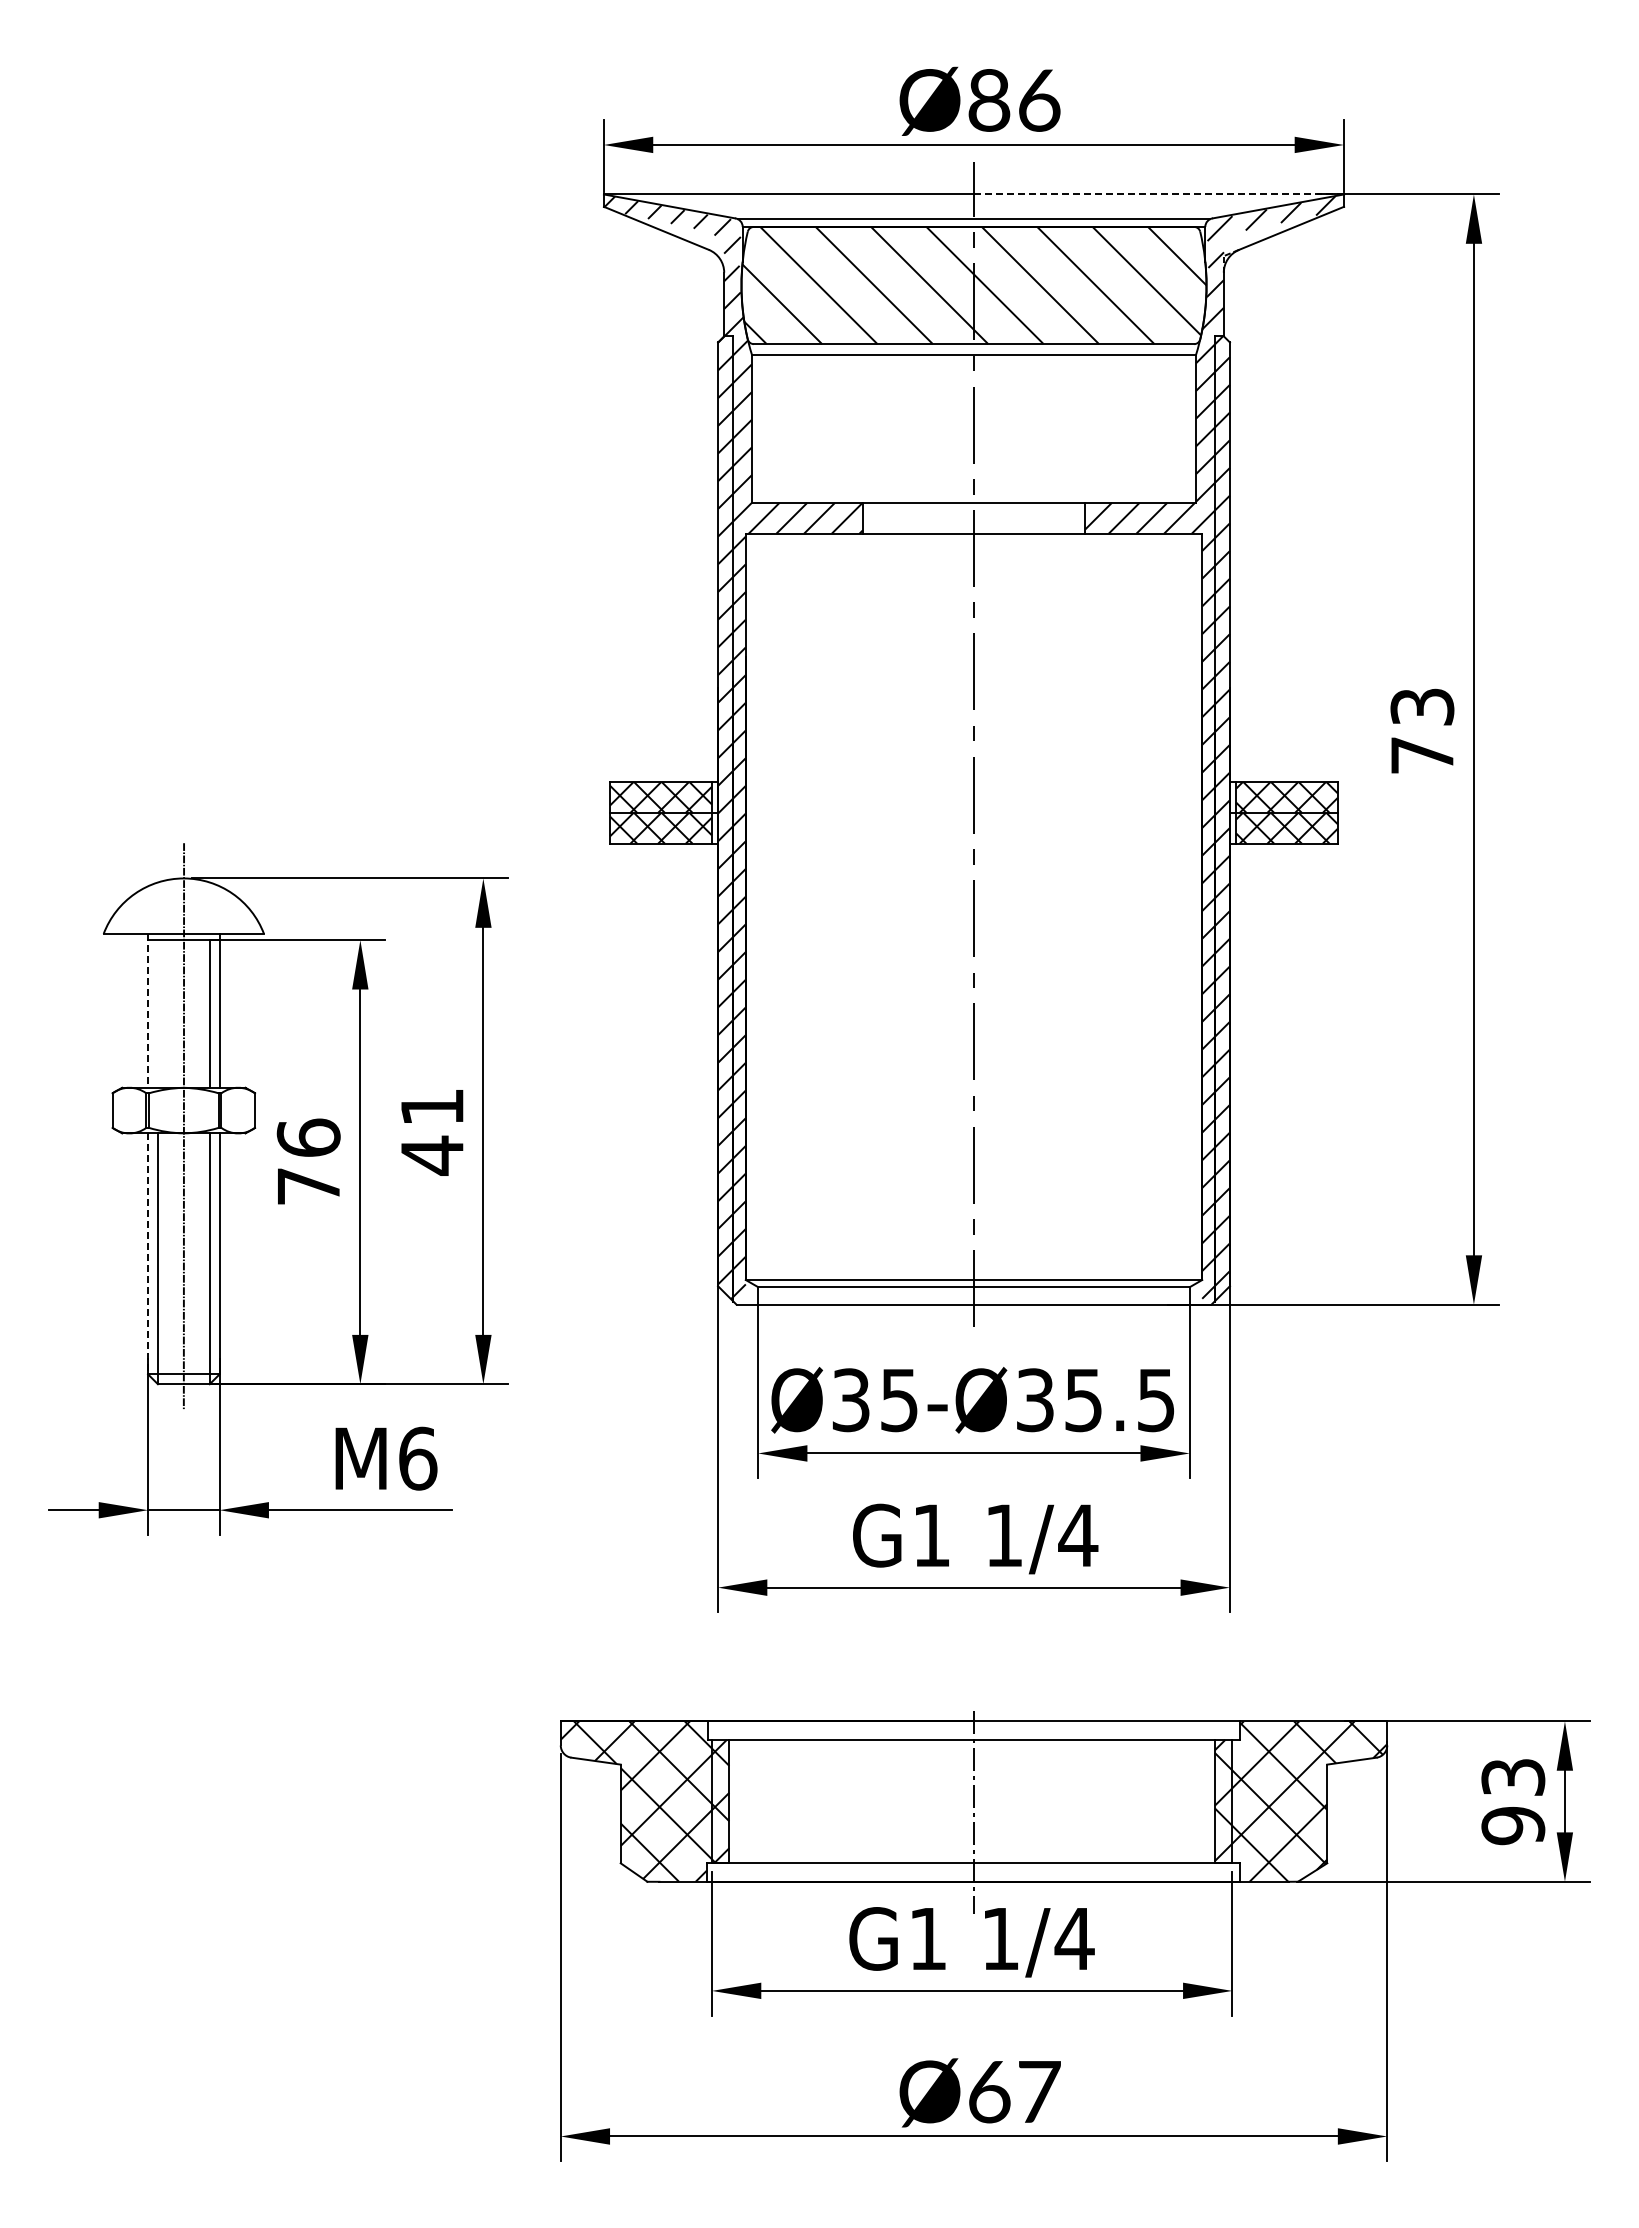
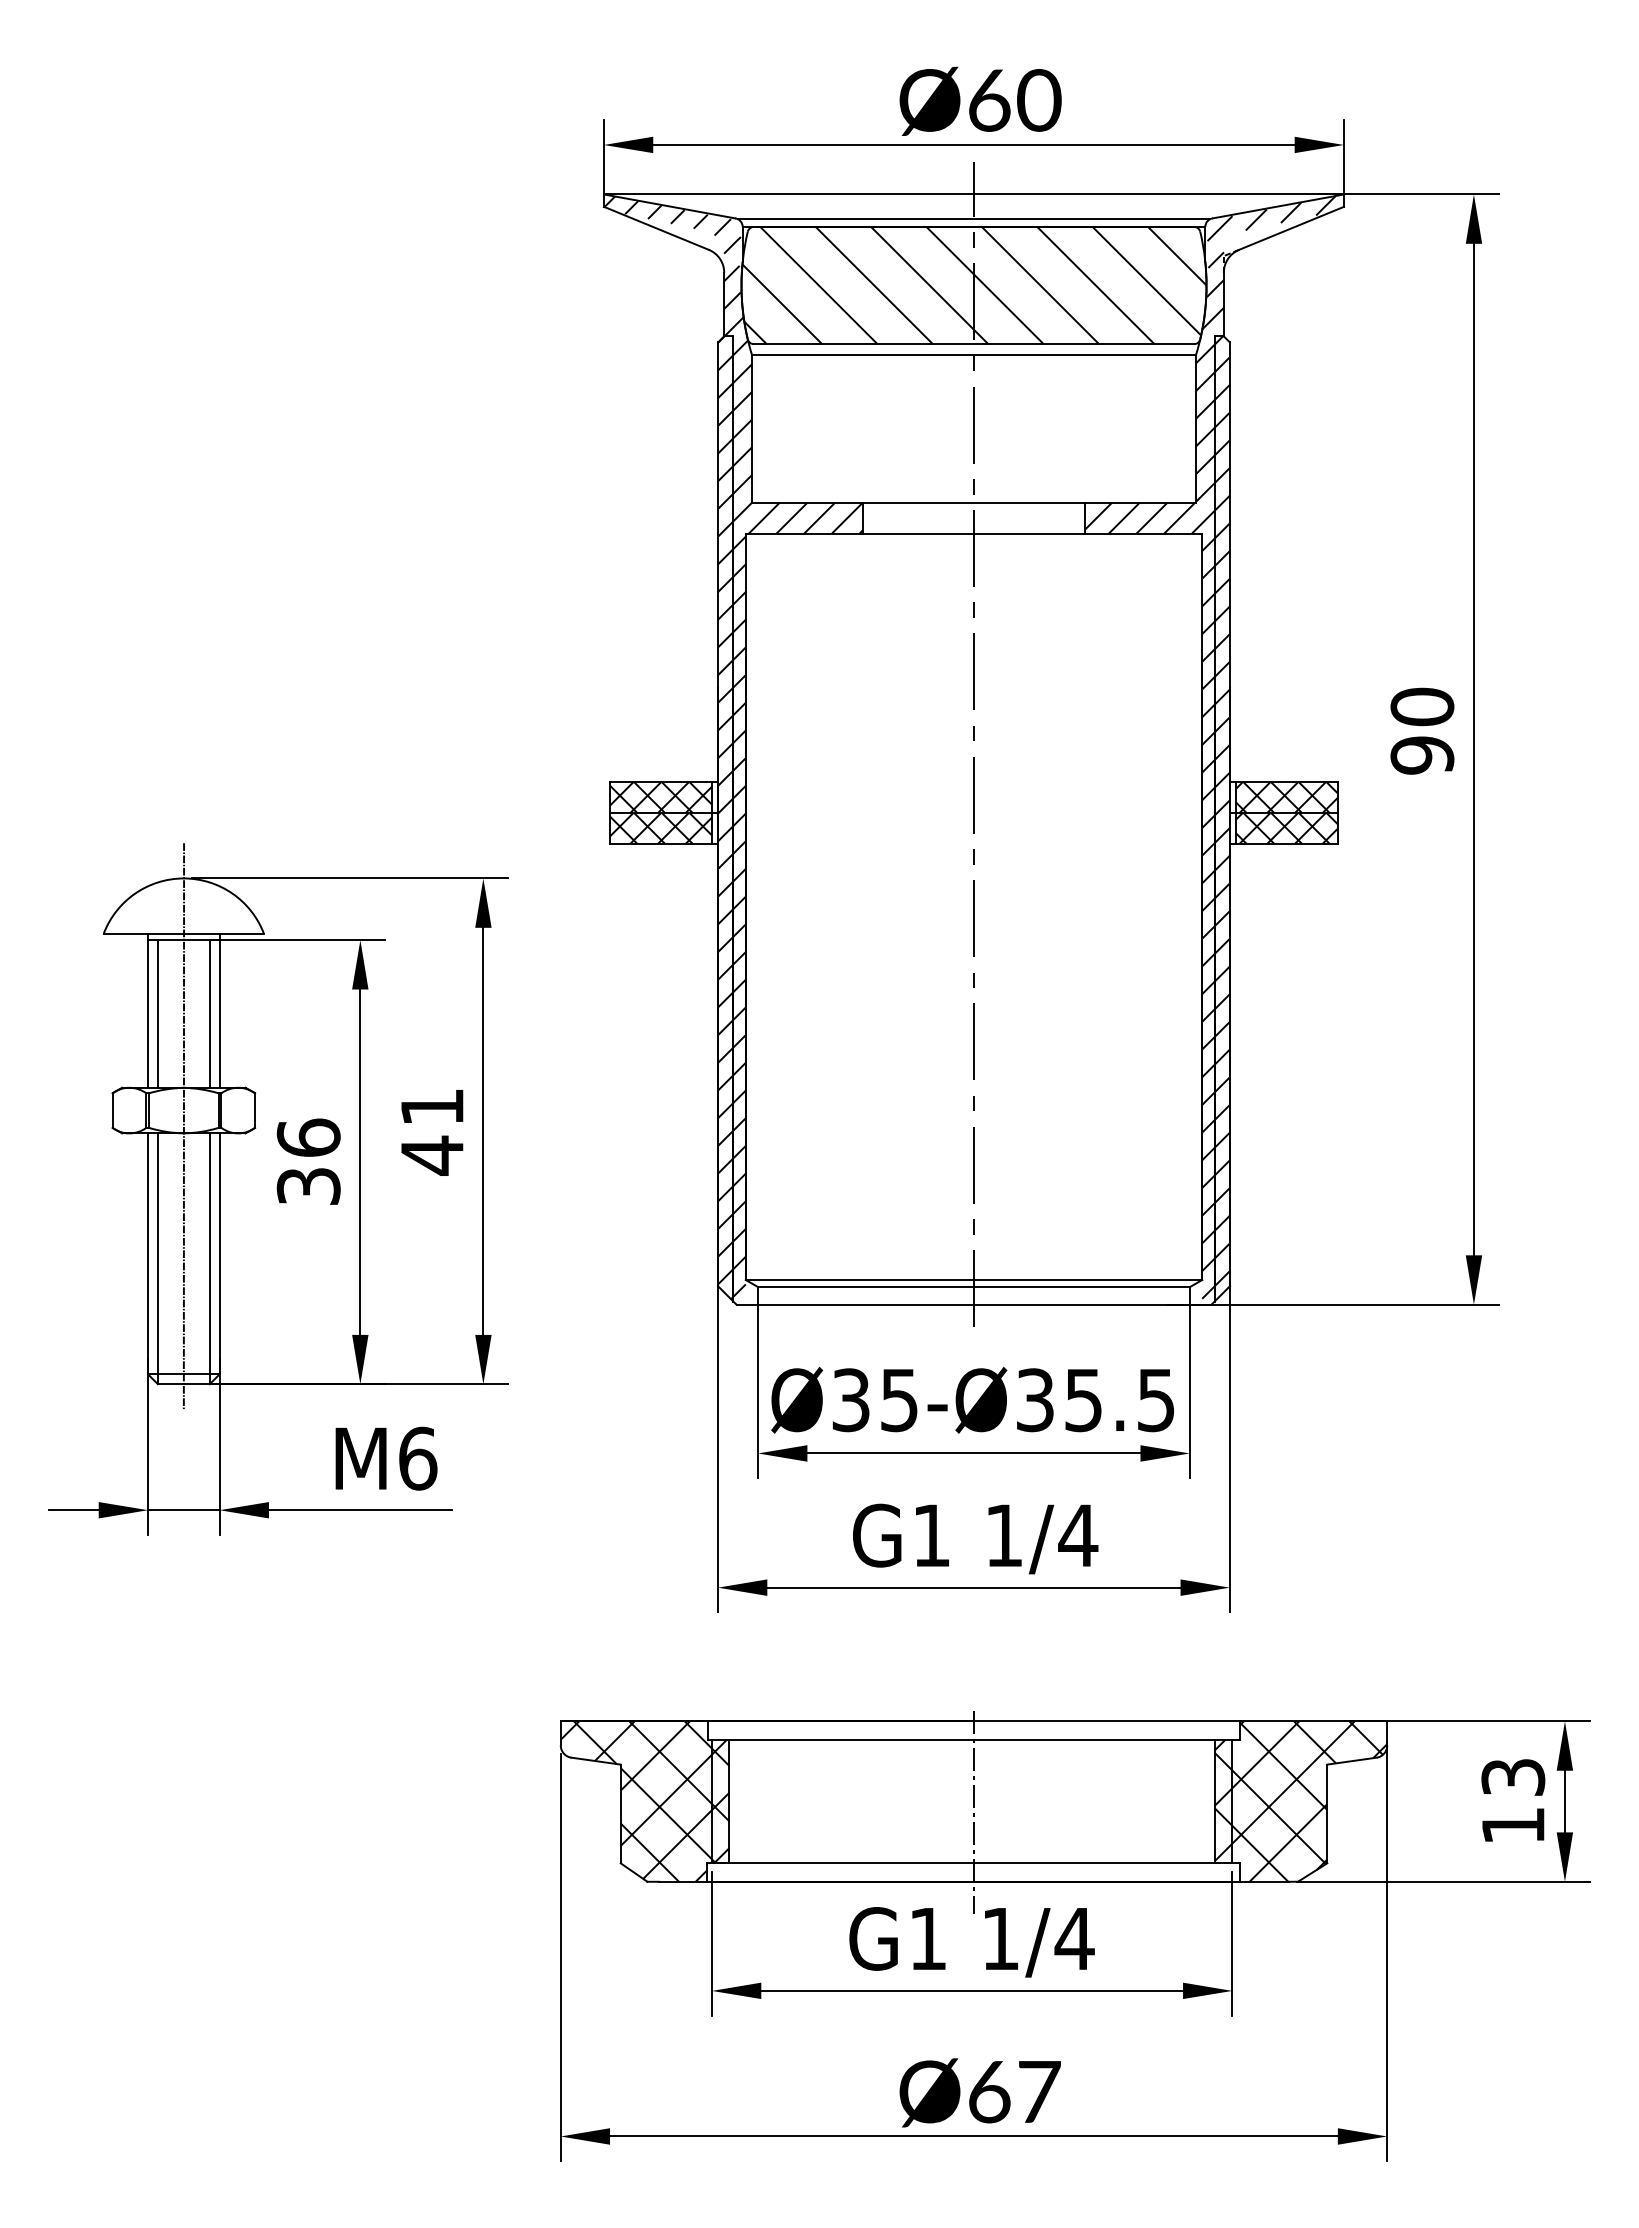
text at (1014, 100): Ø86 -> Ø60
line at (1159, 194): dashed -> solid
text at (1422, 730): 73 -> 90
line at (148, 1010): dashed -> solid
line at (157, 1013): none -> present
text at (308, 1186): 76 -> 36
line at (148, 1254): dashed -> solid
text at (1513, 1826): 93 -> 13
